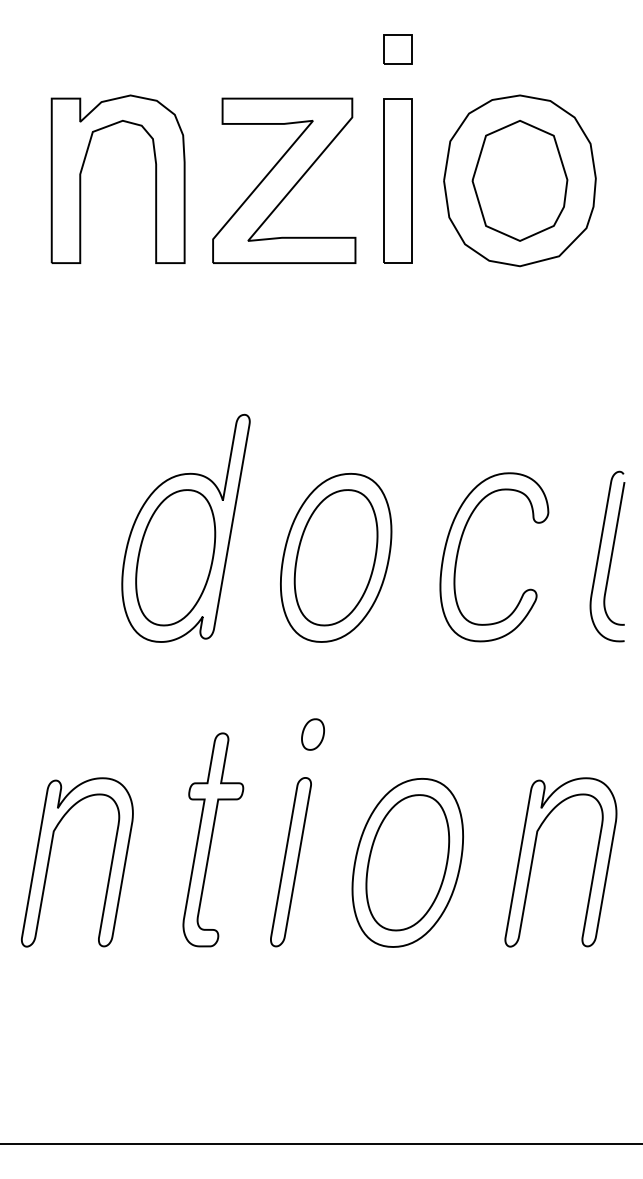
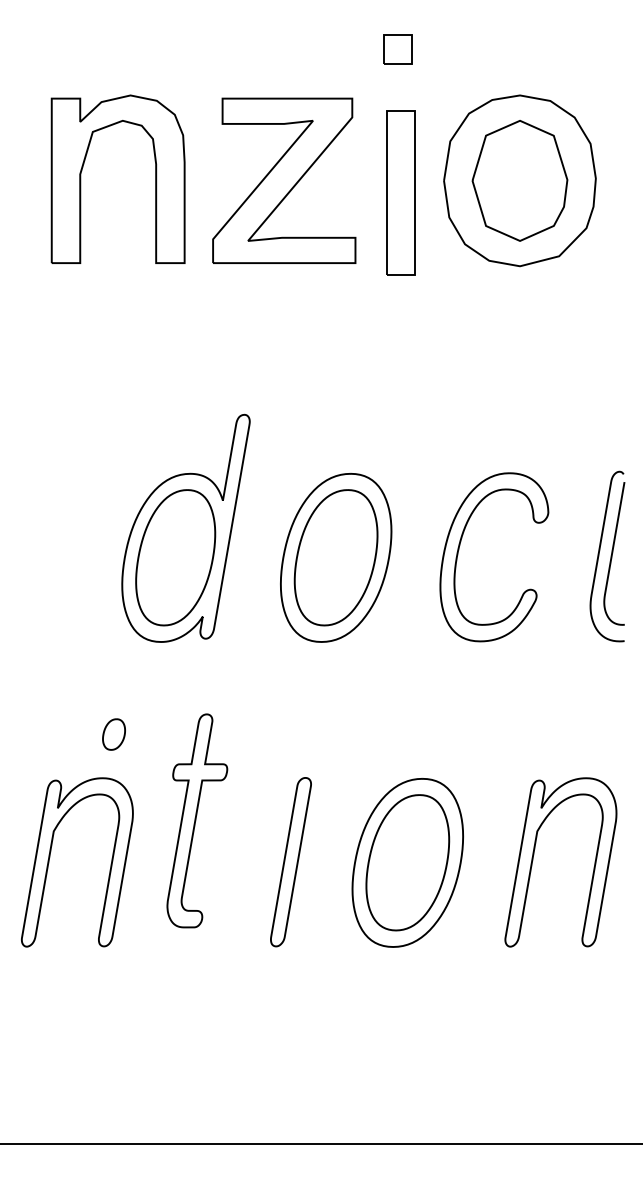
part at (397, 180) position: (397, 180) -> (400, 192)
part at (312, 734) position: (312, 734) -> (113, 734)
part at (213, 839) position: (213, 839) -> (197, 820)
